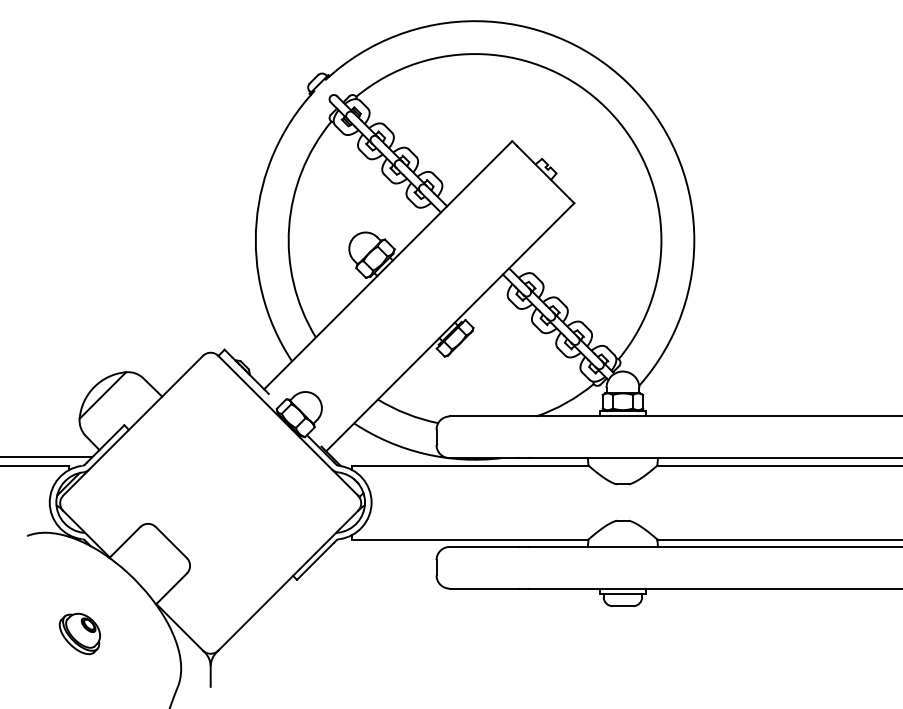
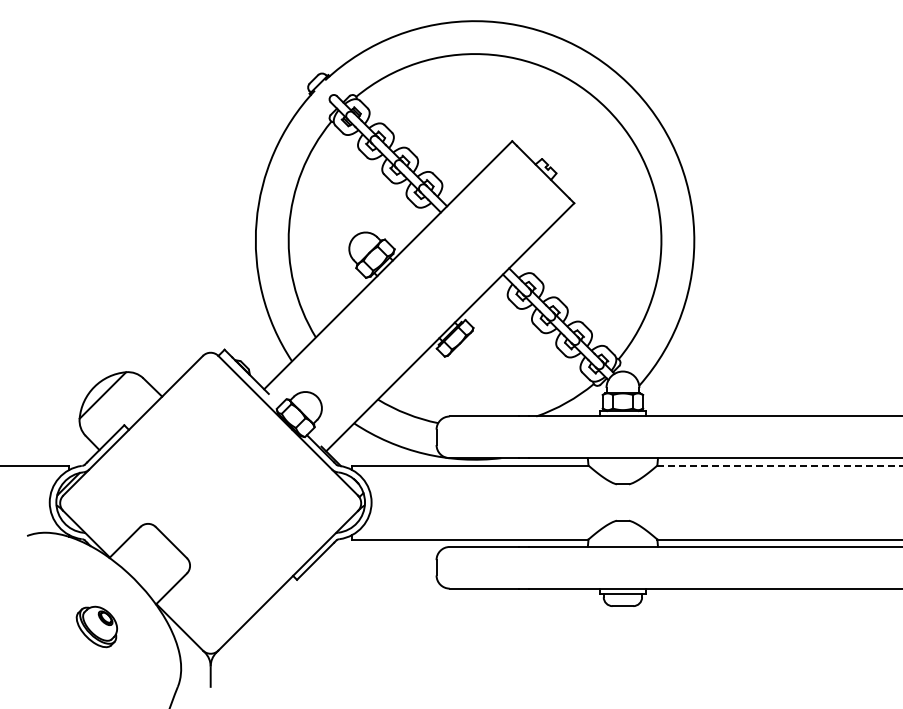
line at (47, 457): present -> none
line at (780, 465): solid -> dashed
part at (79, 633) position: (79, 633) -> (96, 626)
